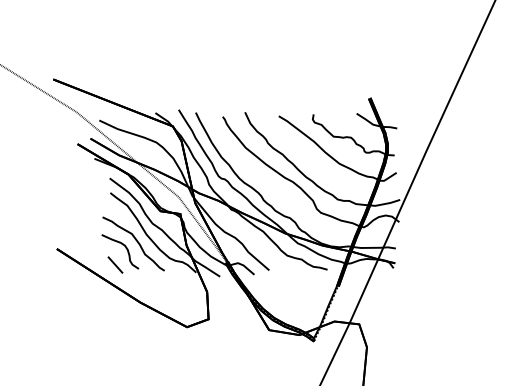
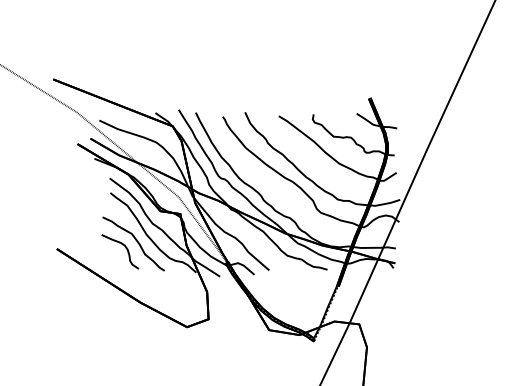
line at (115, 264): present -> none
